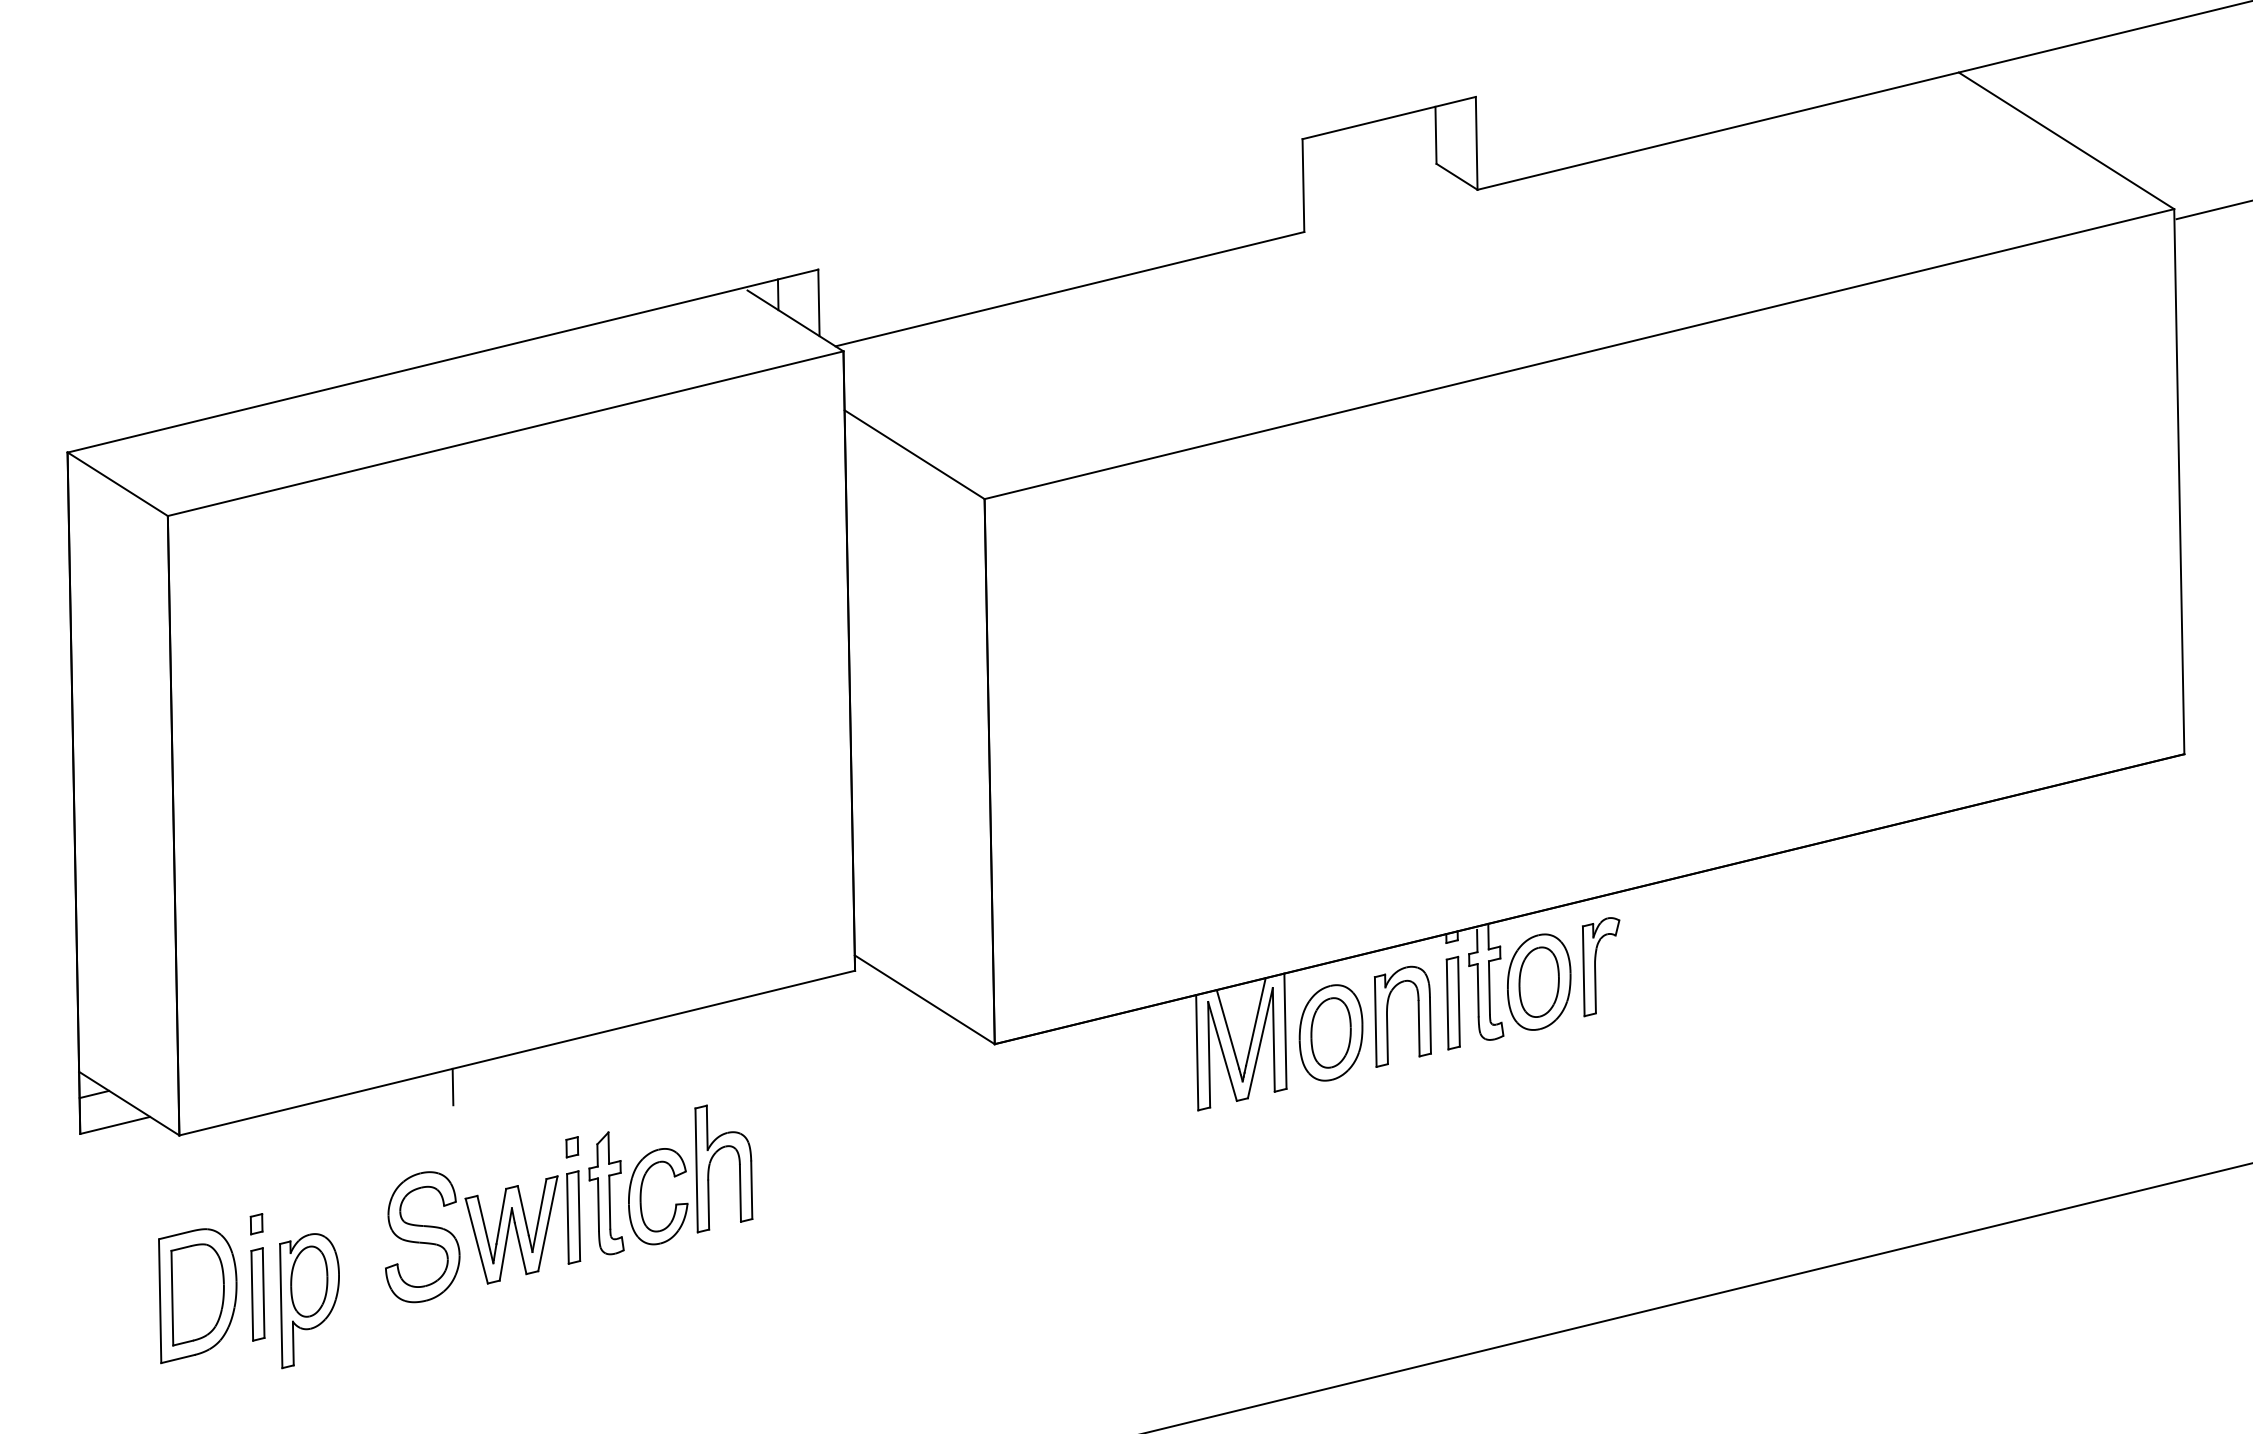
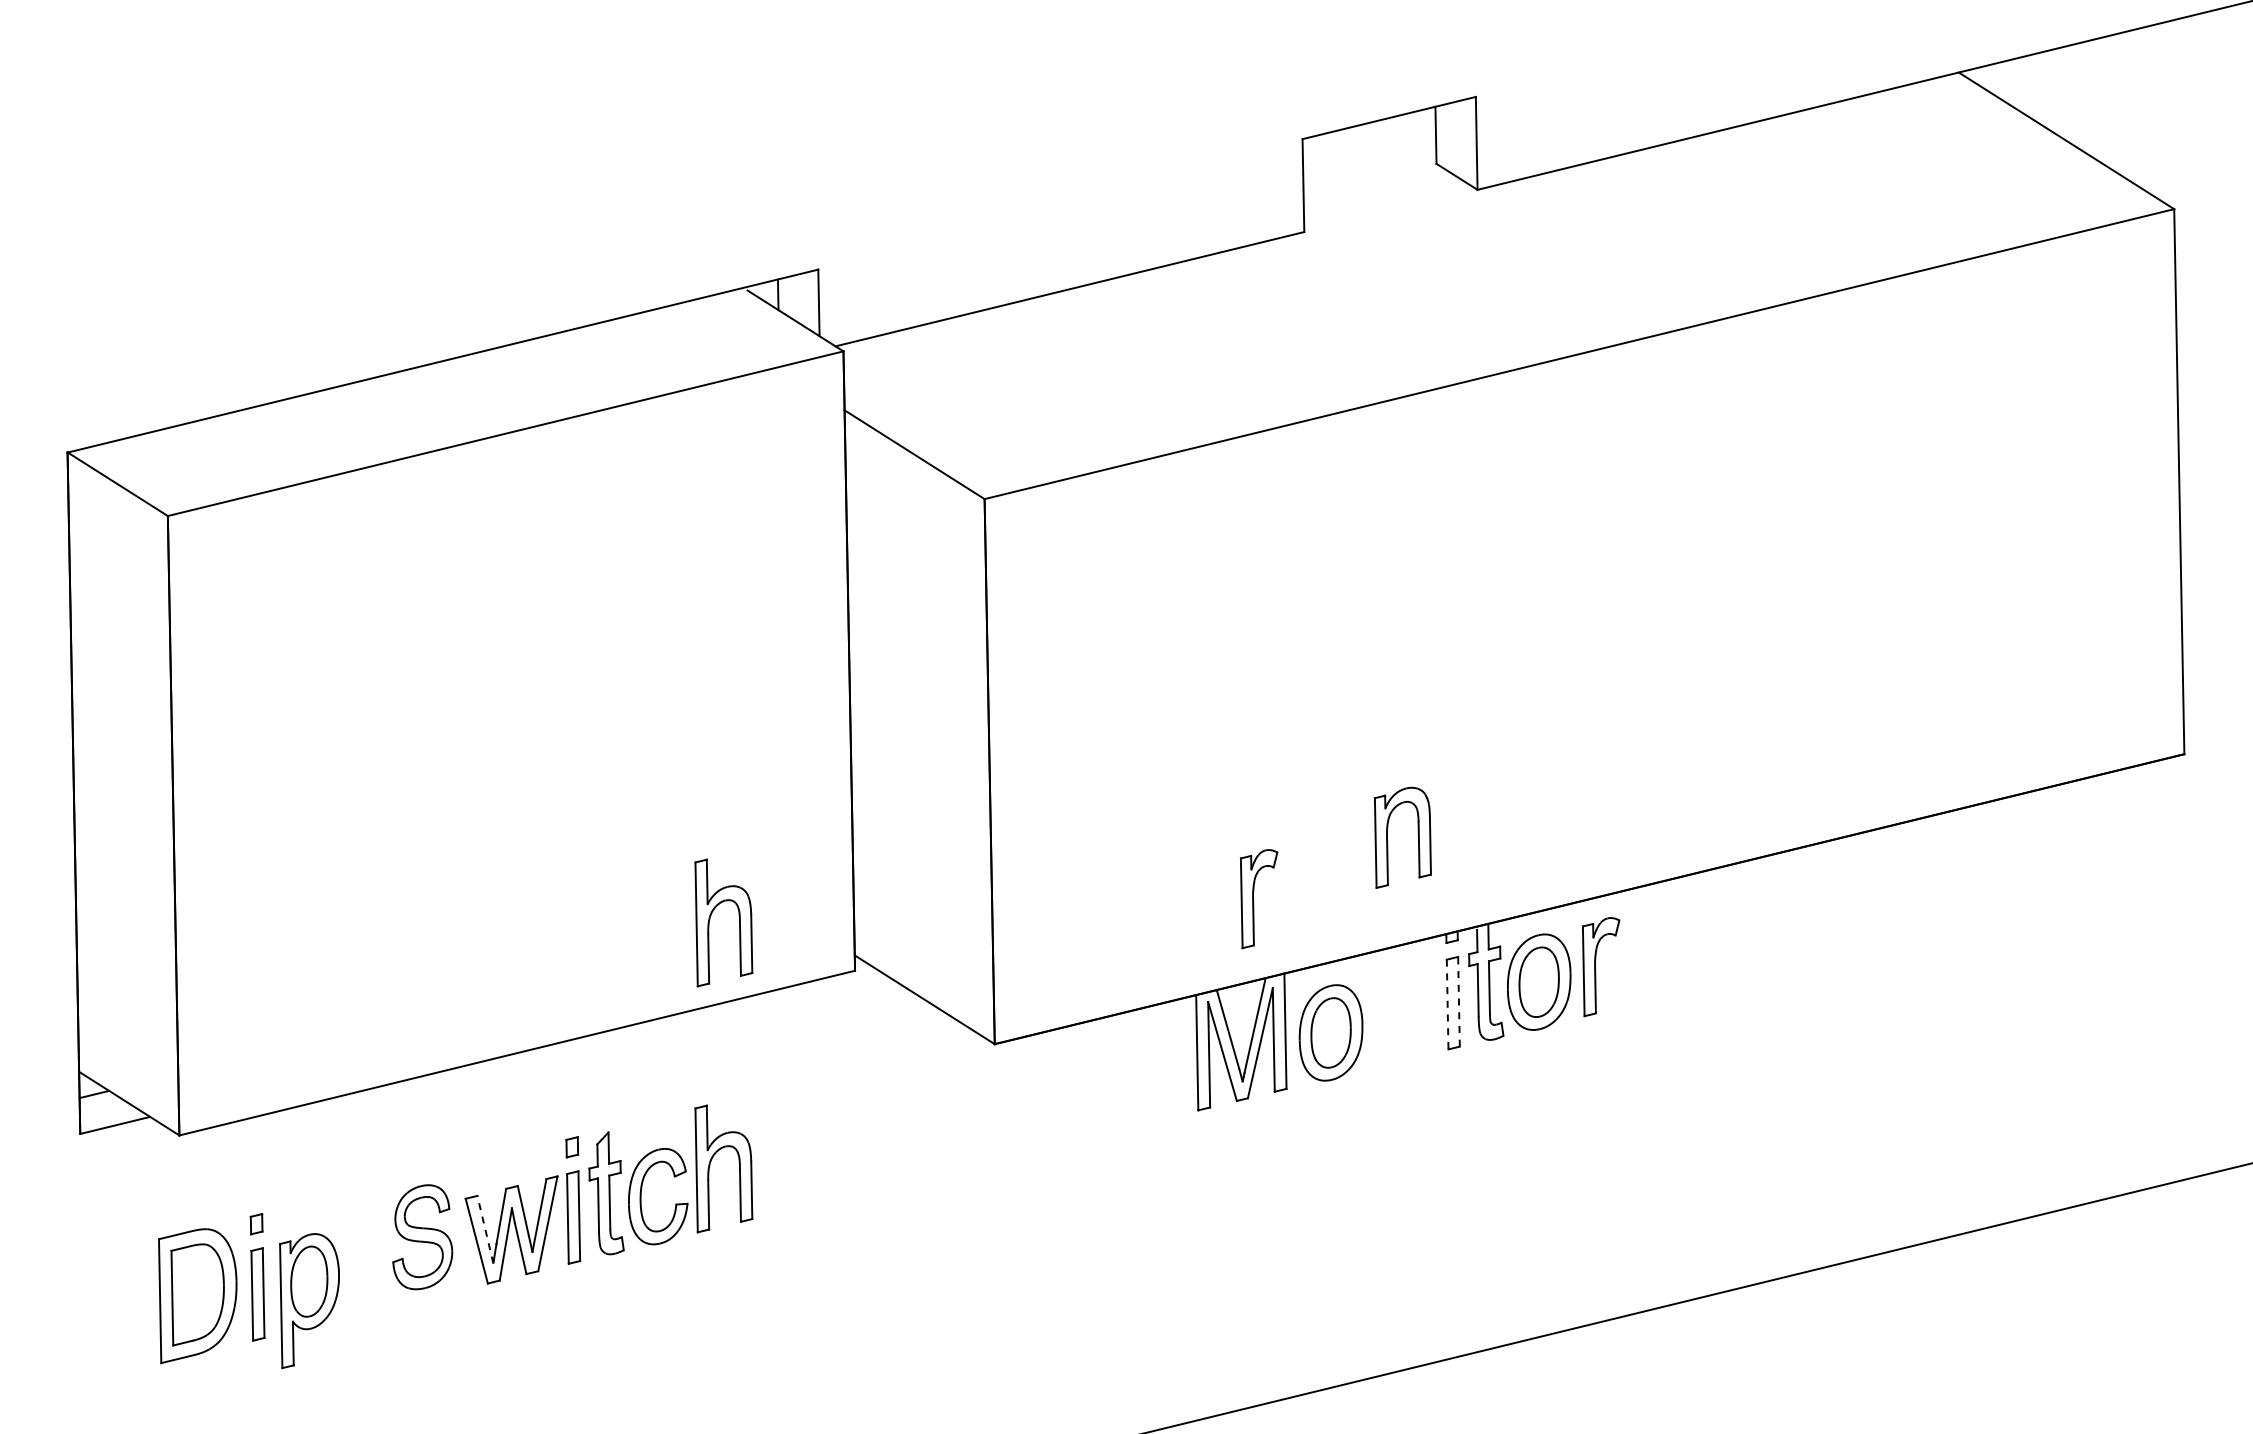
line at (2212, 210): present -> none
part at (1259, 899): none -> present
part at (710, 919): none -> present
line at (1458, 1001): solid -> dashed
line at (1447, 1004): solid -> dashed
part at (1387, 1016) position: (1387, 1016) -> (1387, 837)
line at (452, 1086): present -> none
line at (485, 1229): solid -> dashed
part at (422, 1237) size: 76x133 px -> 62x107 px
